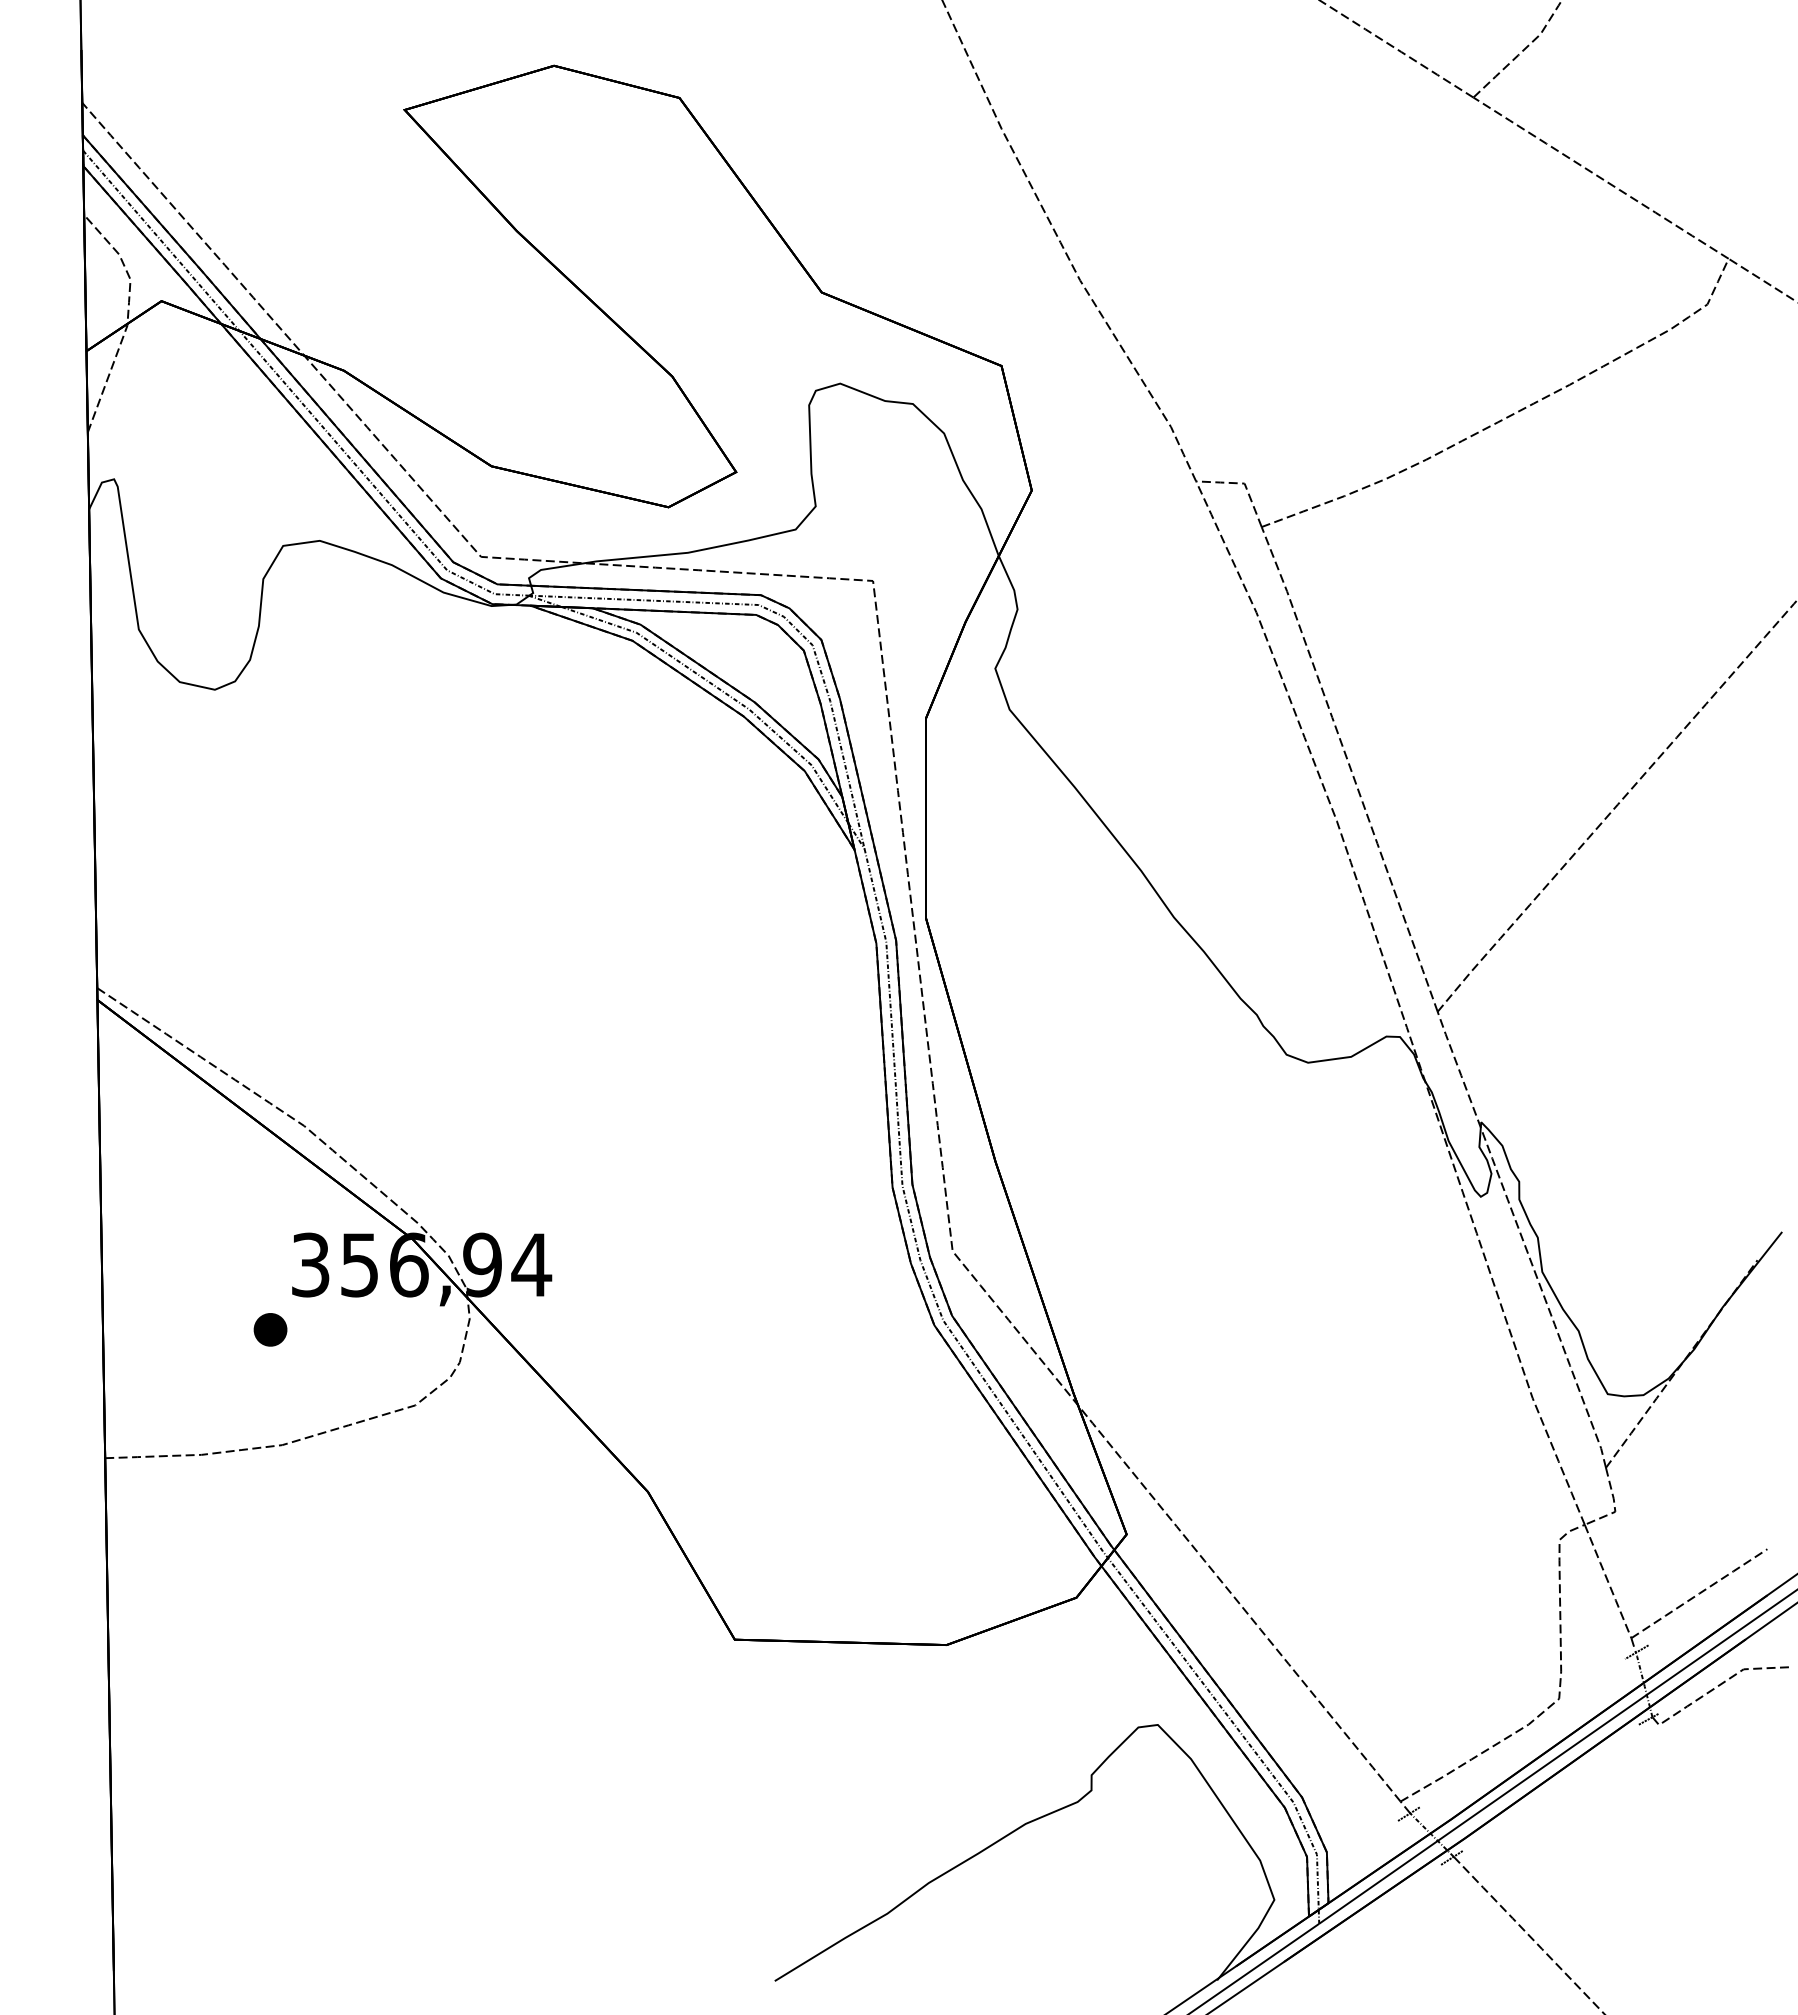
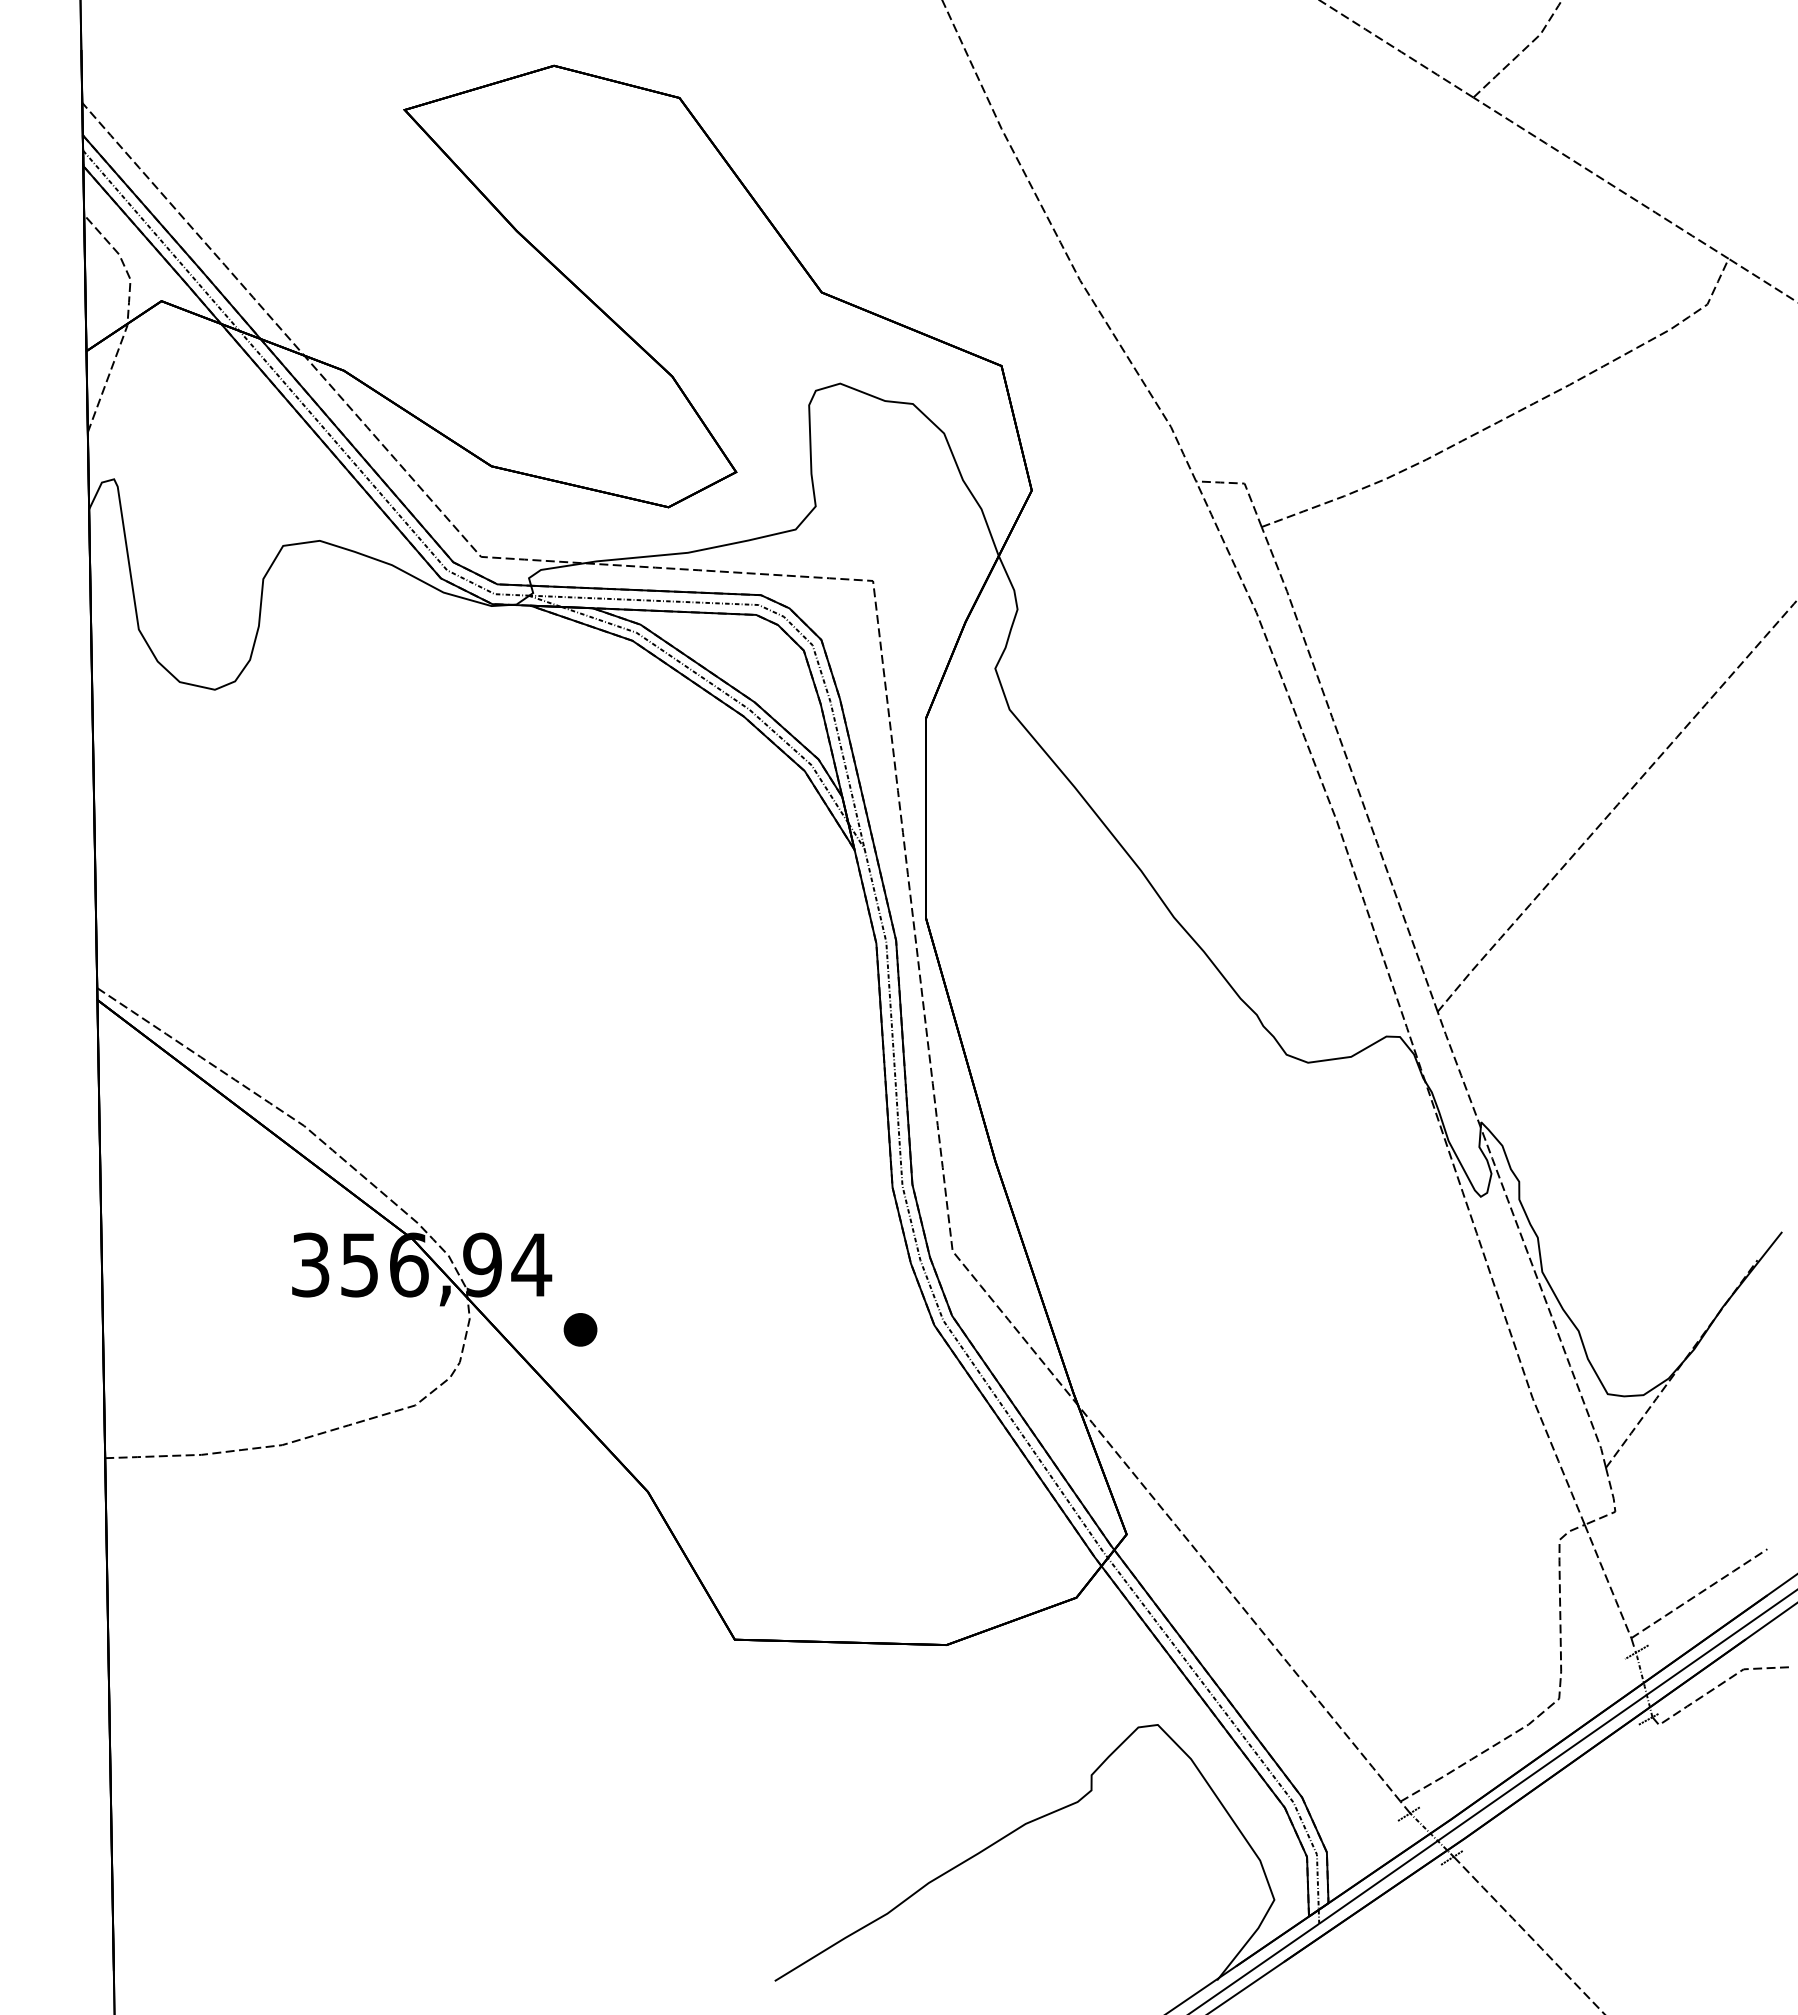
part at (270, 1329) position: (270, 1329) -> (580, 1329)
